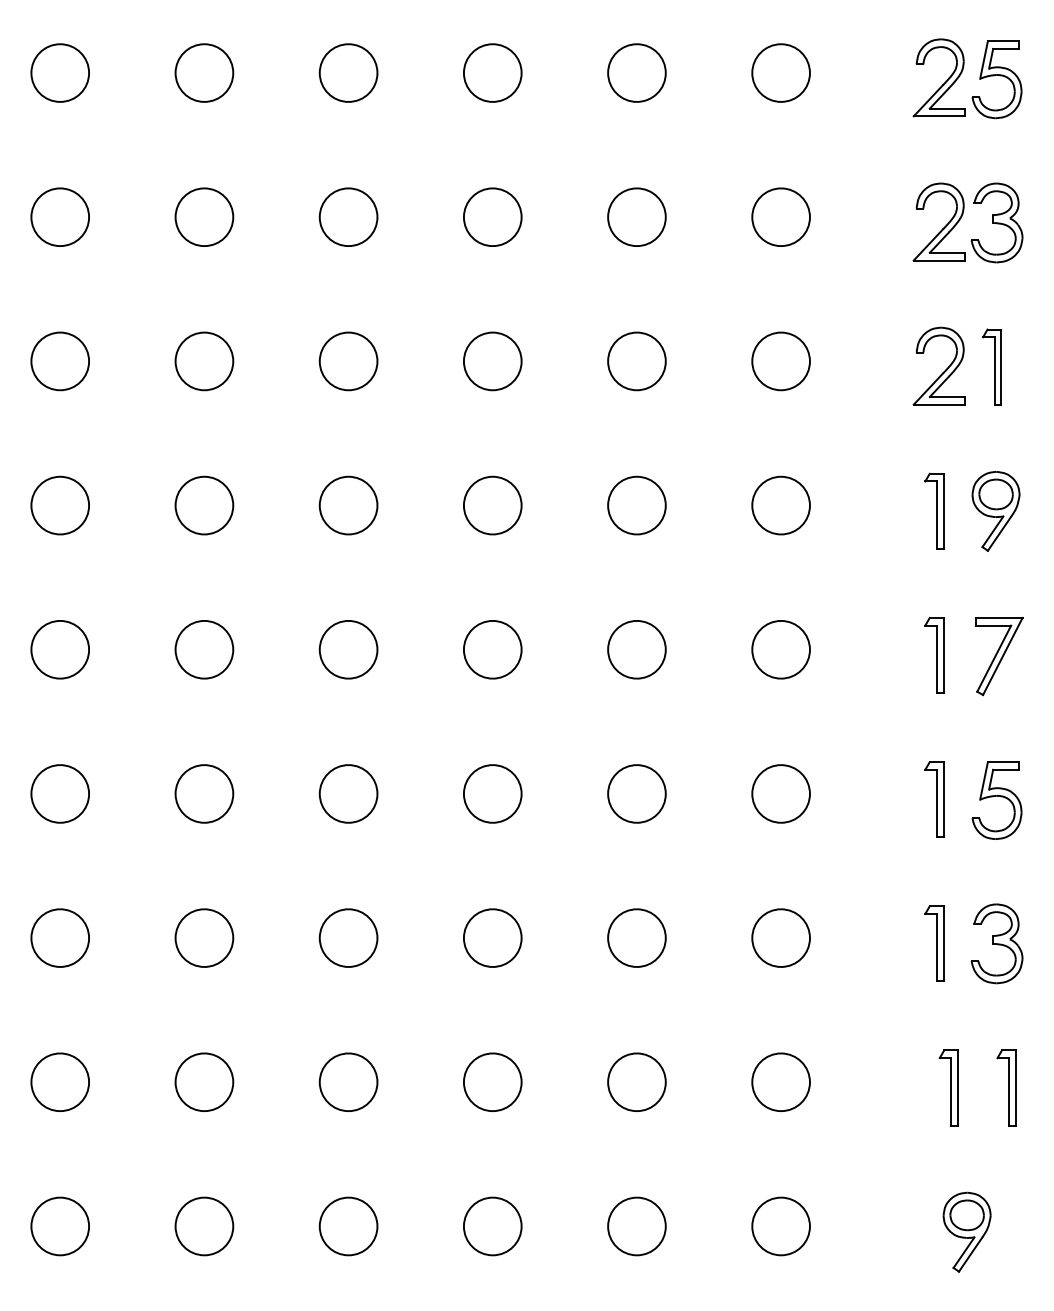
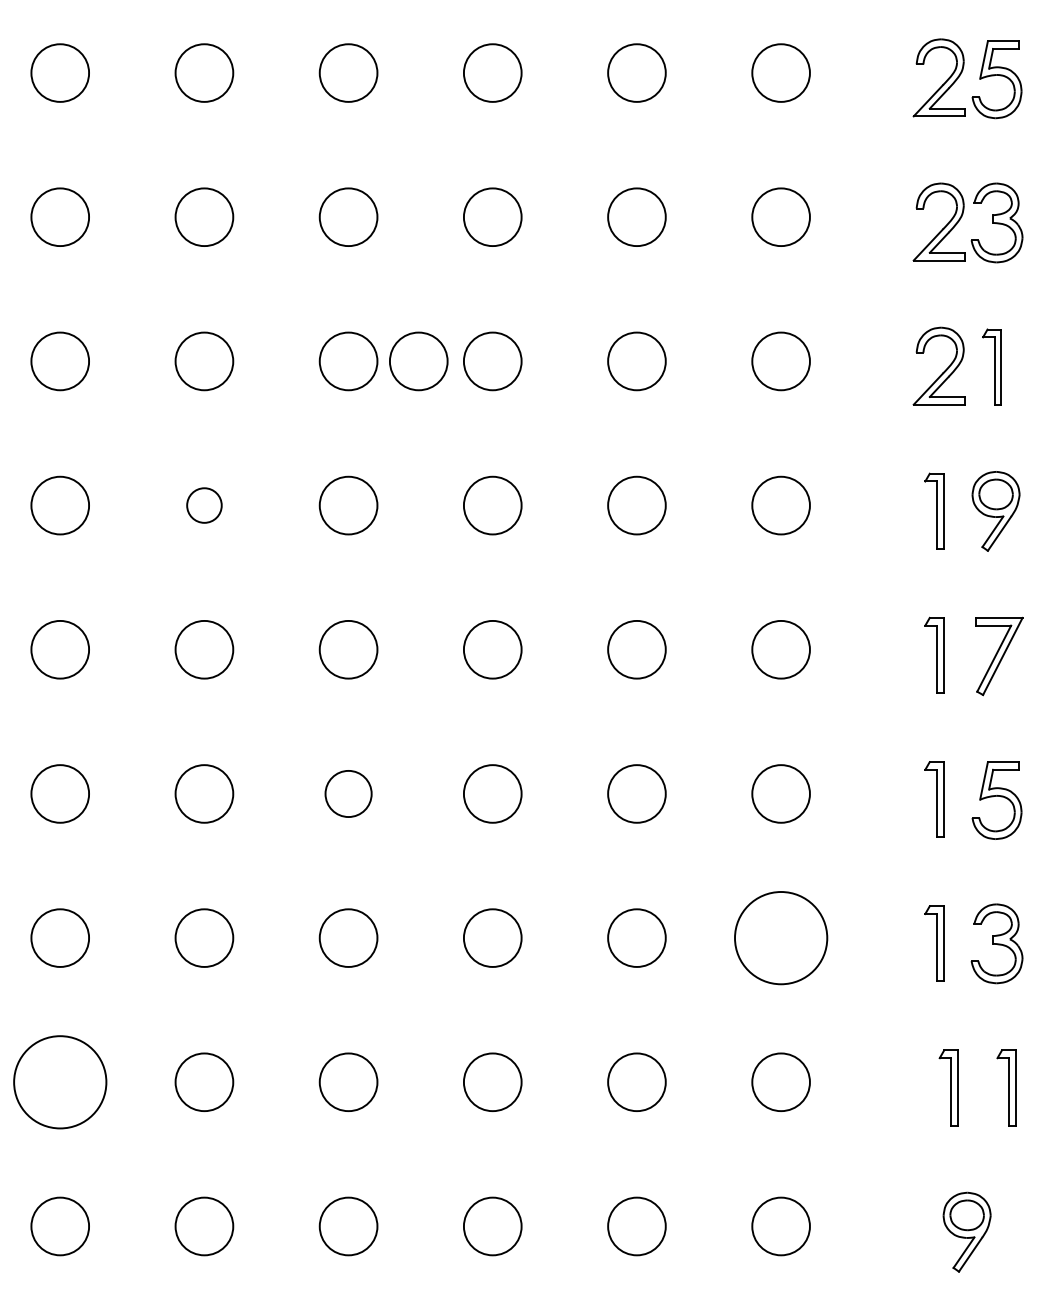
circle at (418, 361): none -> present
circle at (204, 505) size: 61x61 px -> 37x37 px
circle at (348, 793) diameter: 58 px -> 46 px
circle at (780, 937) diameter: 58 px -> 92 px
circle at (60, 1082) diameter: 58 px -> 92 px
